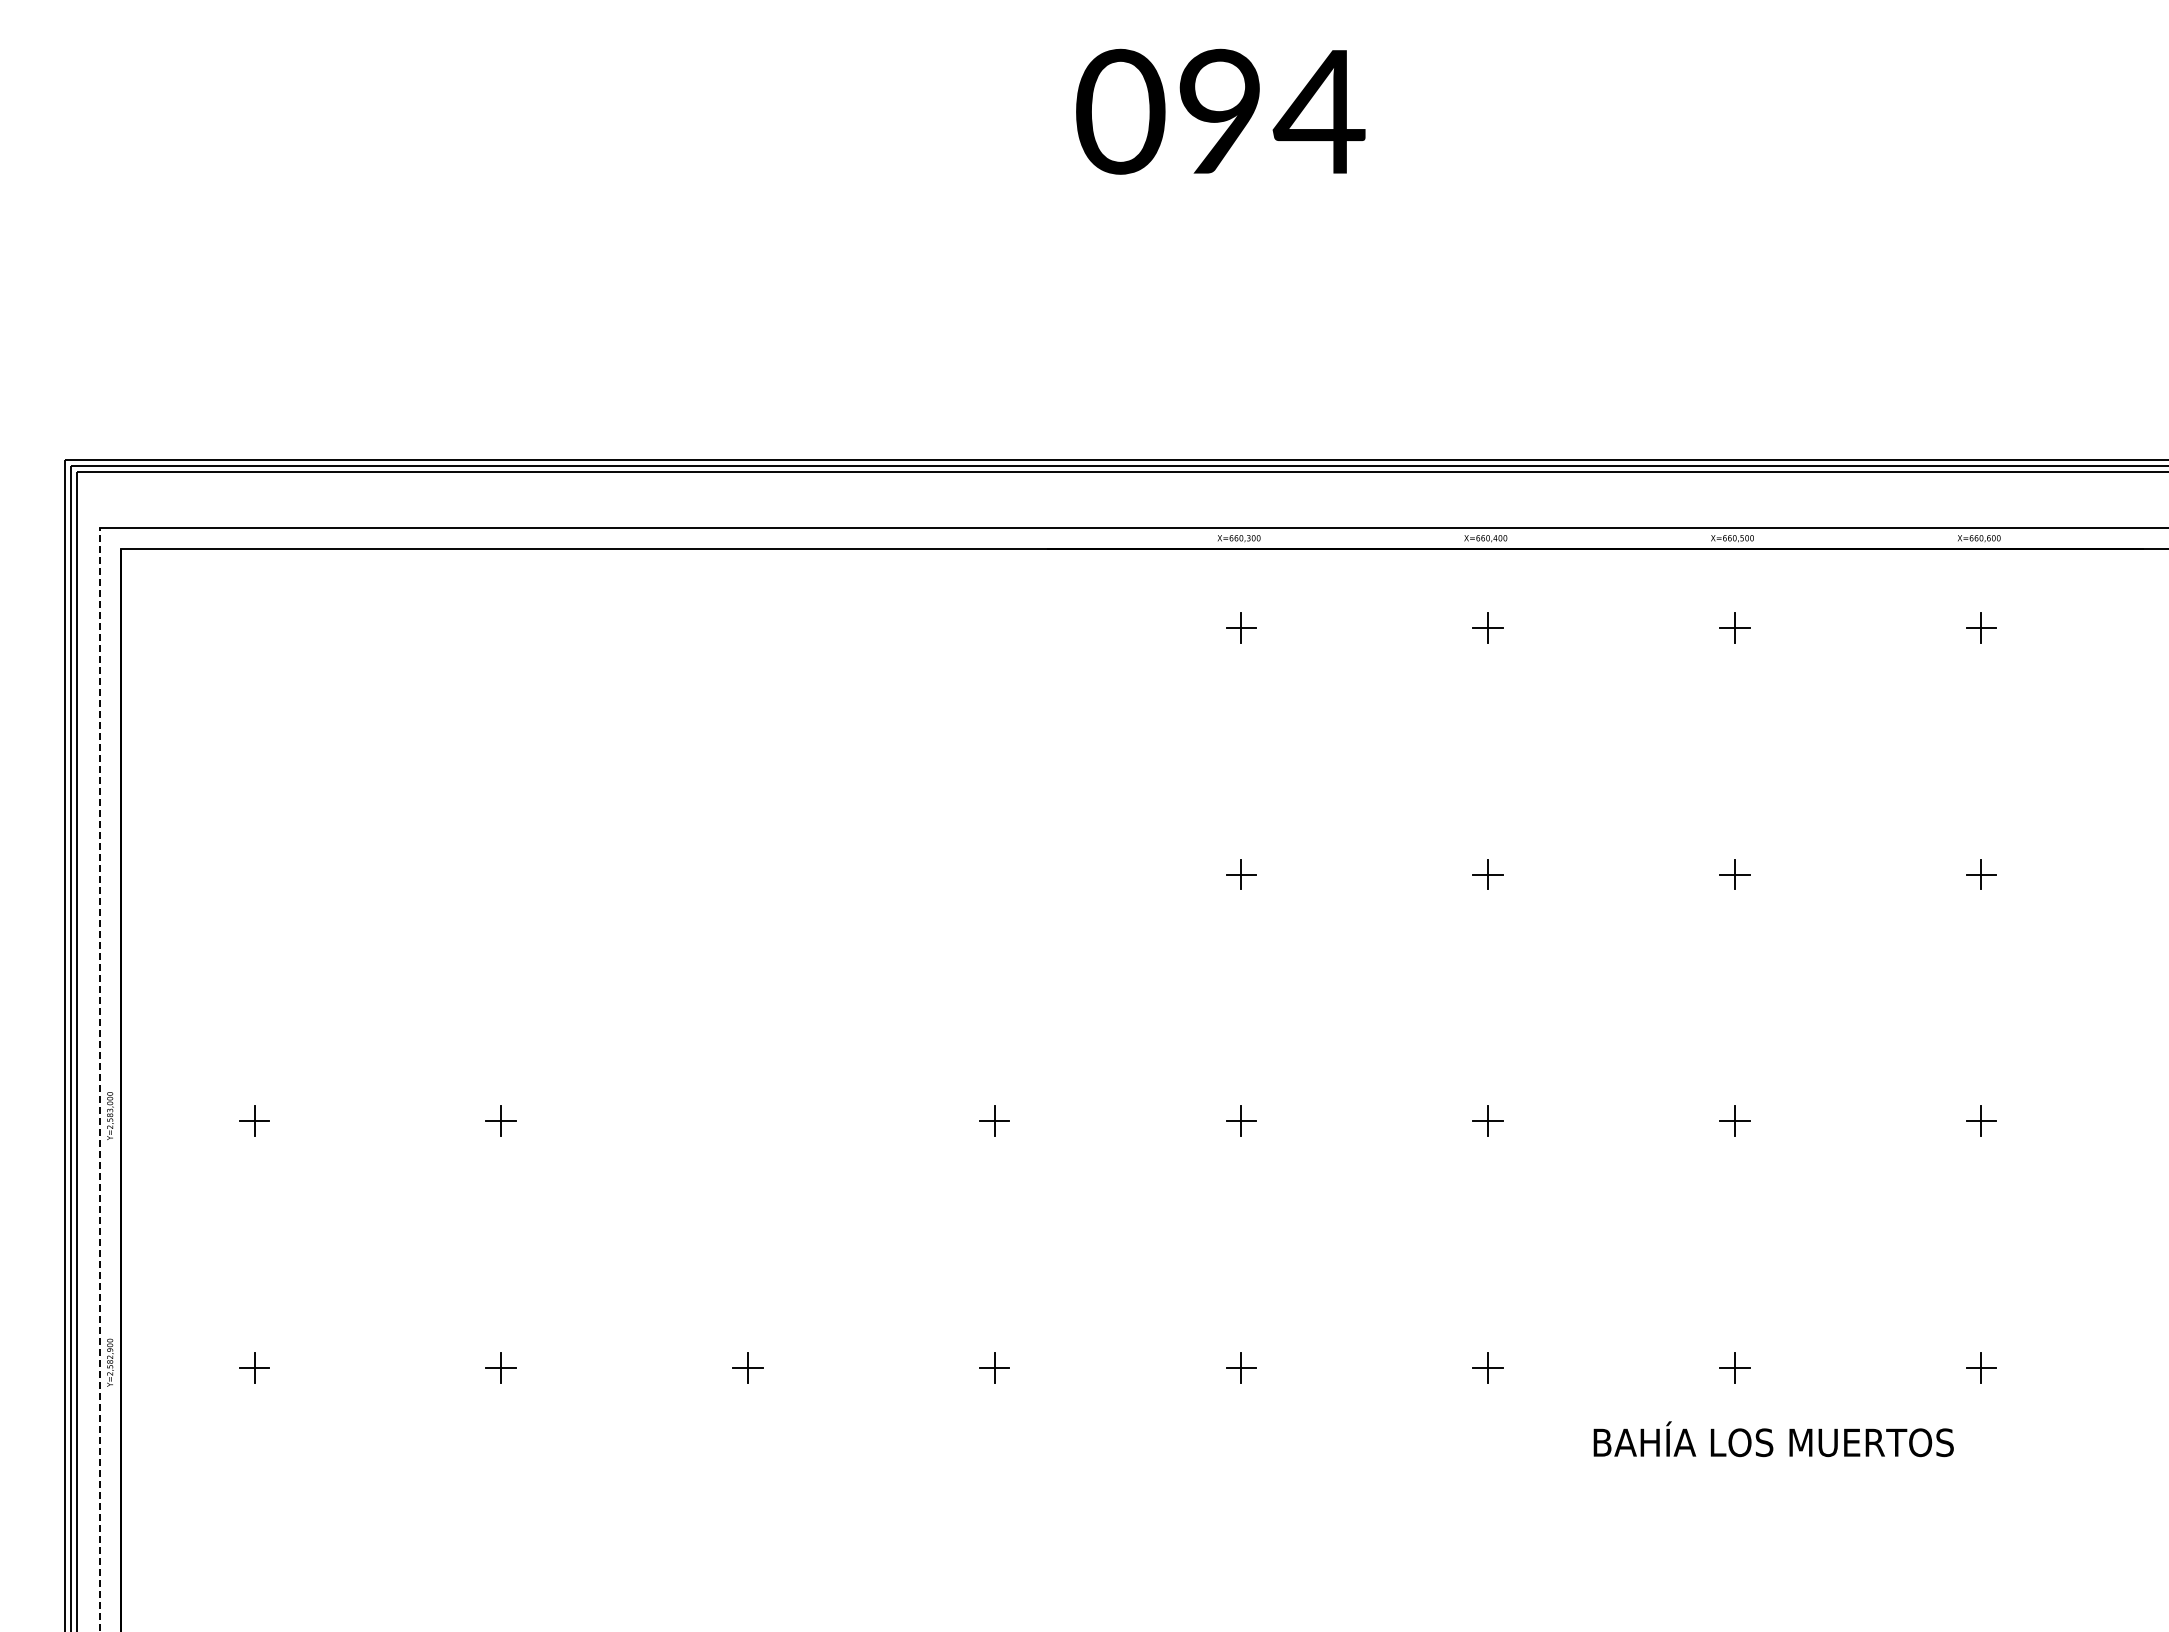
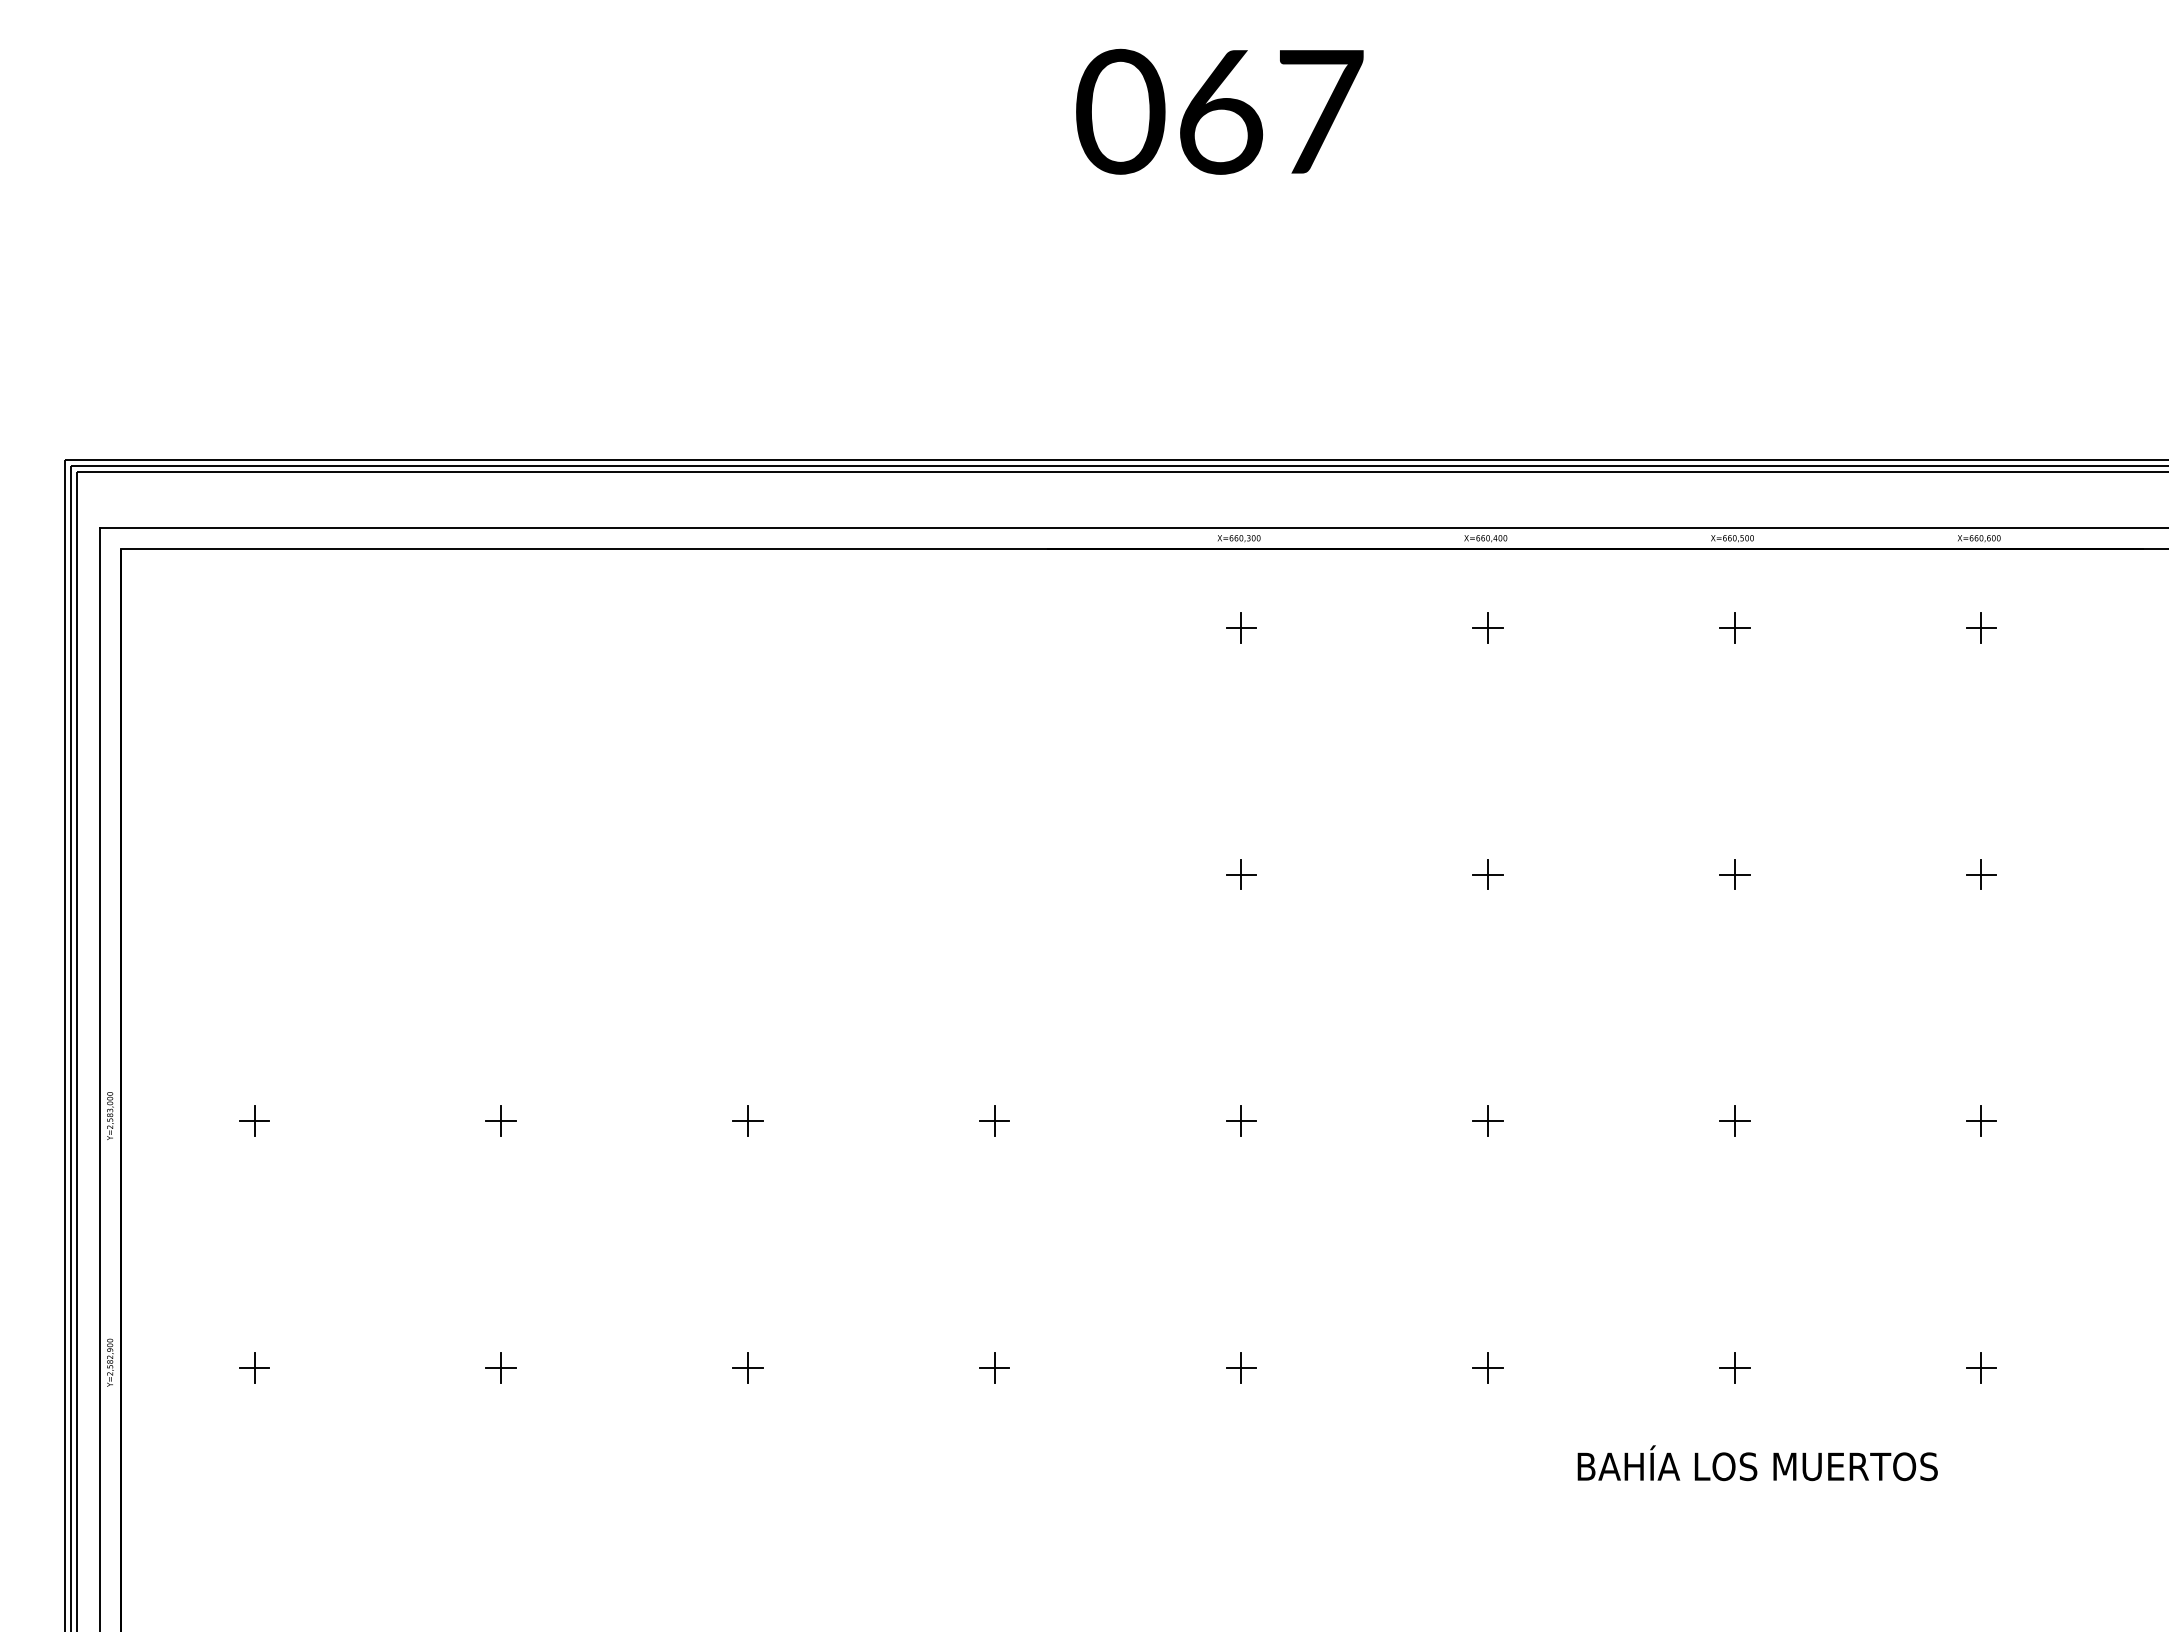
text at (1272, 111): 094 -> 067
line at (100, 1079): dashed -> solid
part at (747, 1120): none -> present
text at (1773, 1439) position: (1773, 1439) -> (1757, 1463)
